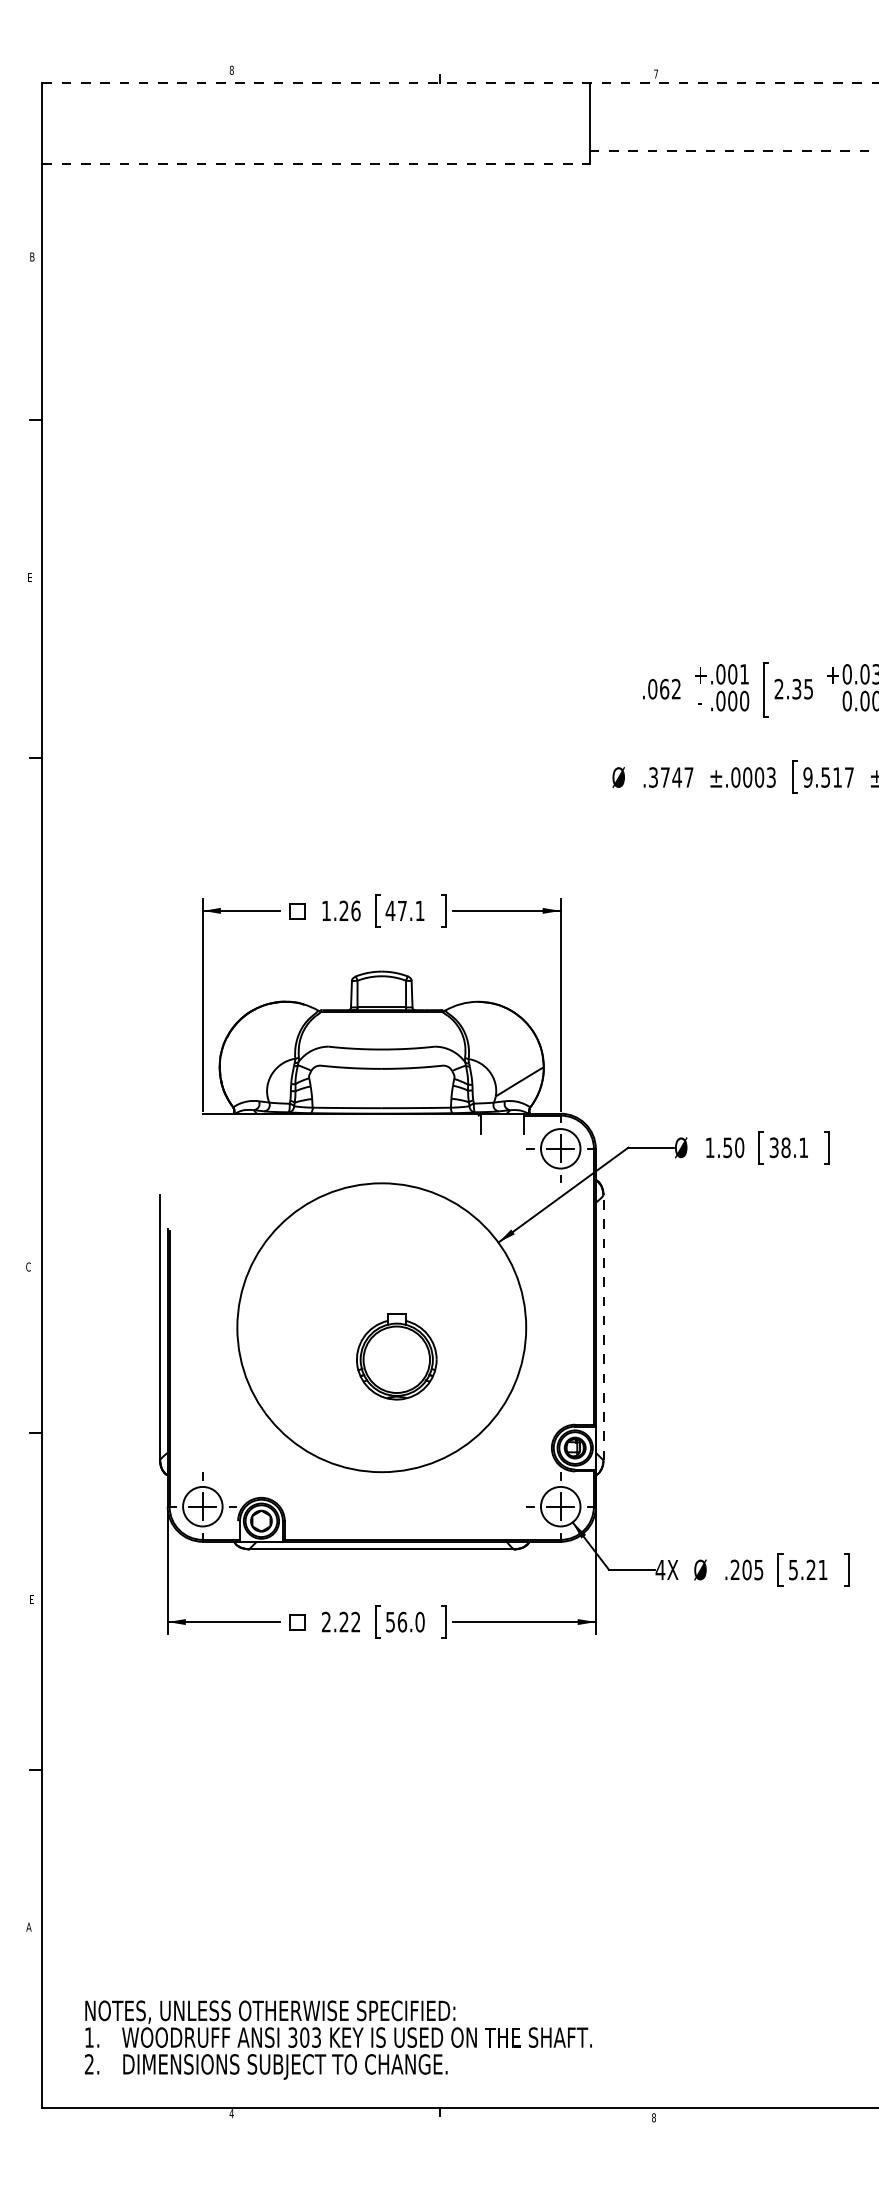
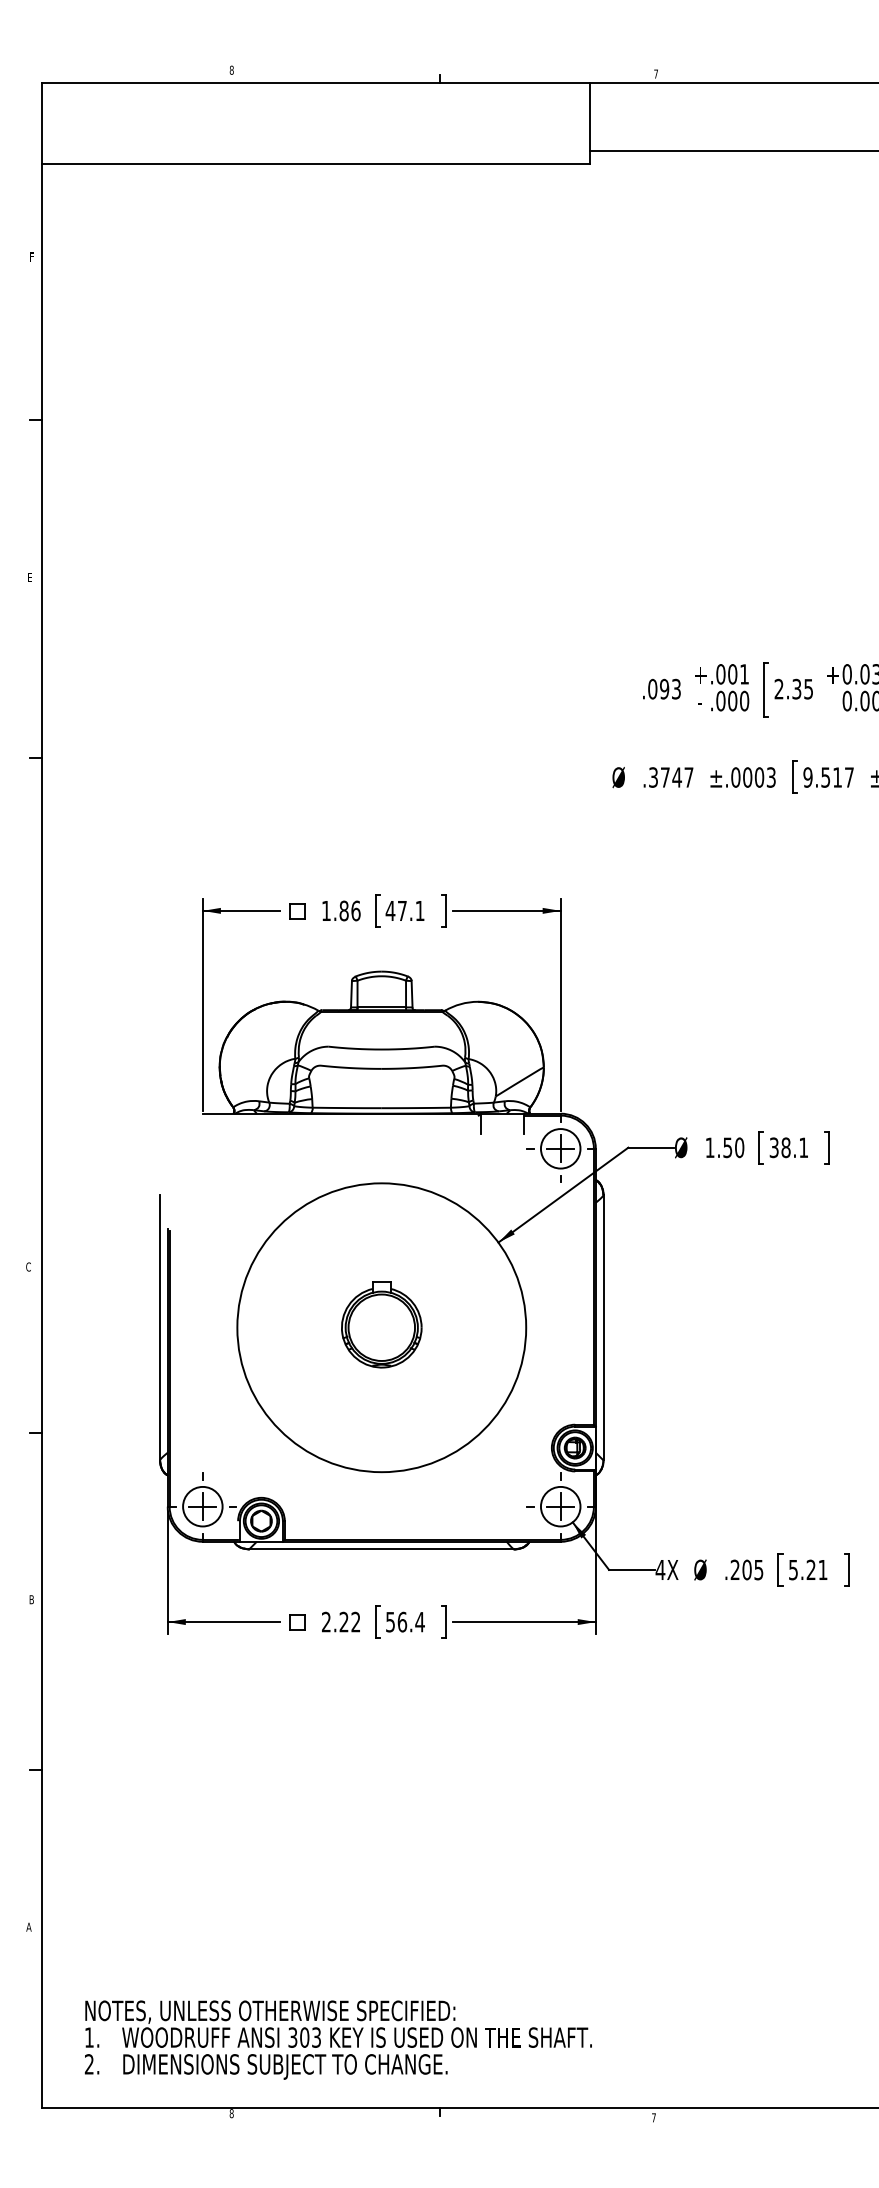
line at (460, 83): dashed -> solid
line at (734, 150): dashed -> solid
line at (316, 163): dashed -> solid
text at (32, 256): B -> F
text at (670, 688): .062 -> .093
text at (343, 910): 1.26 -> 1.86
line at (603, 1327): dashed -> solid
part at (396, 1356) position: (396, 1356) -> (381, 1324)
text at (31, 1599): E -> B
text at (419, 1621): 56.0 -> 56.4
text at (231, 2113): 4 -> 8
text at (653, 2117): 8 -> 7
